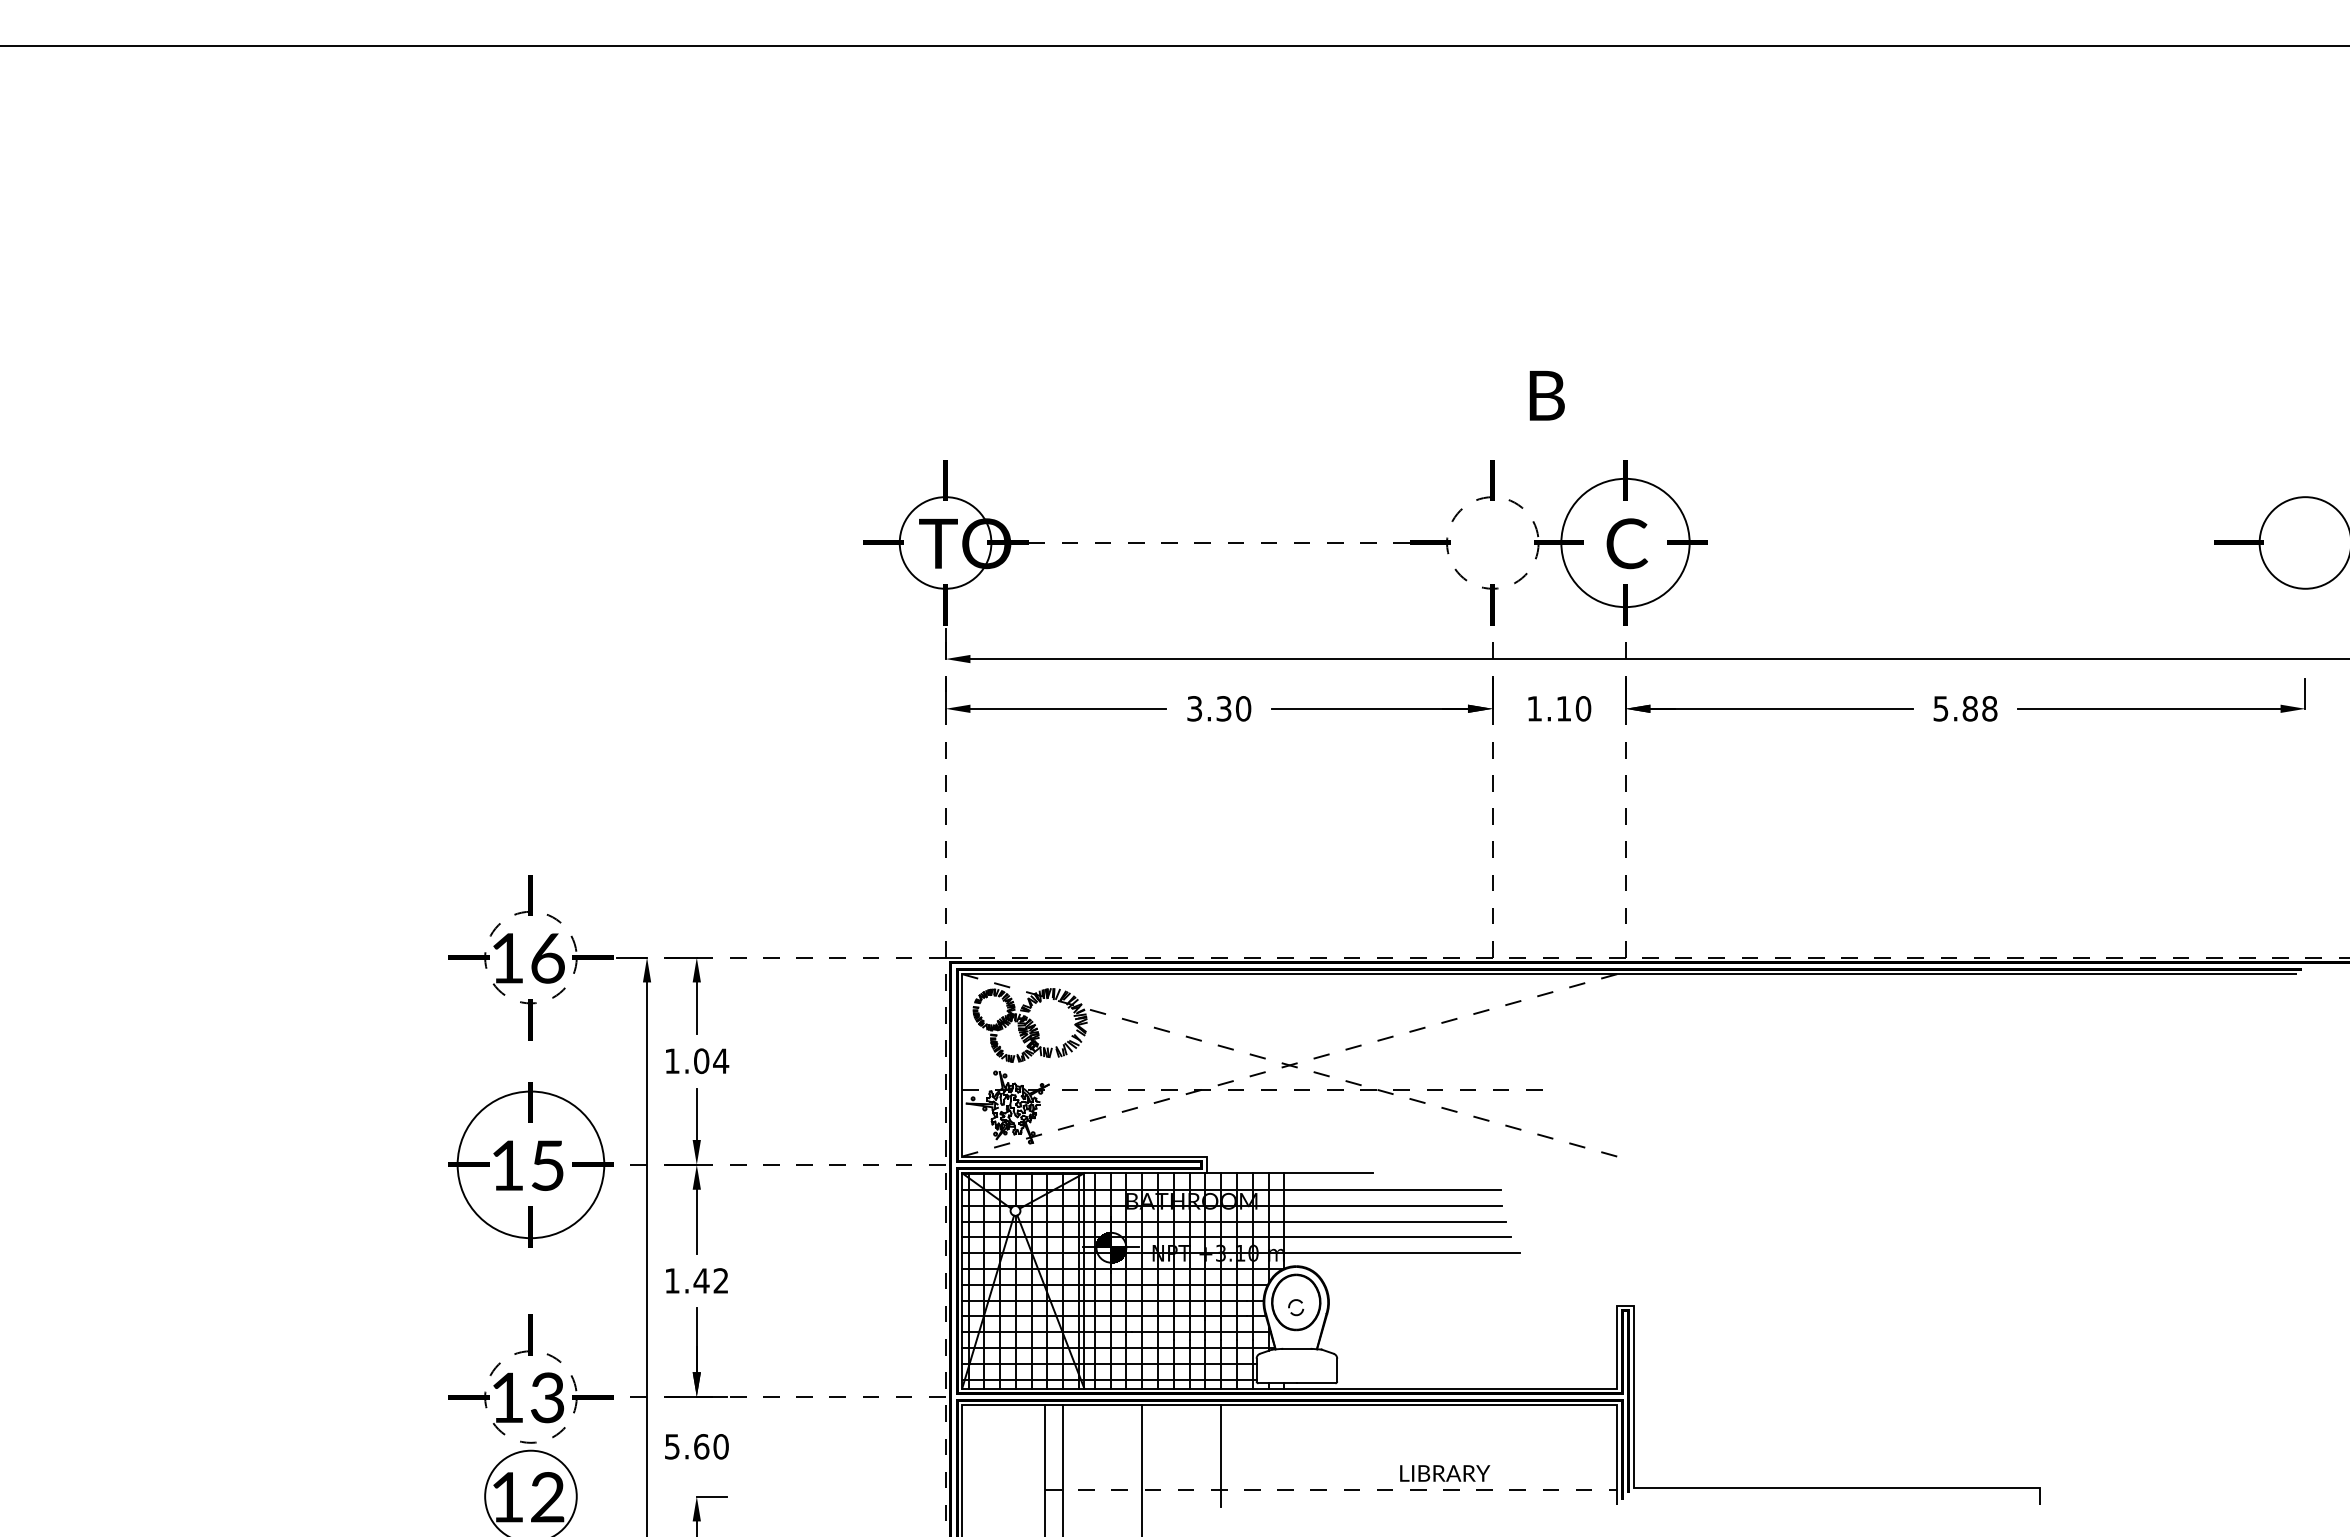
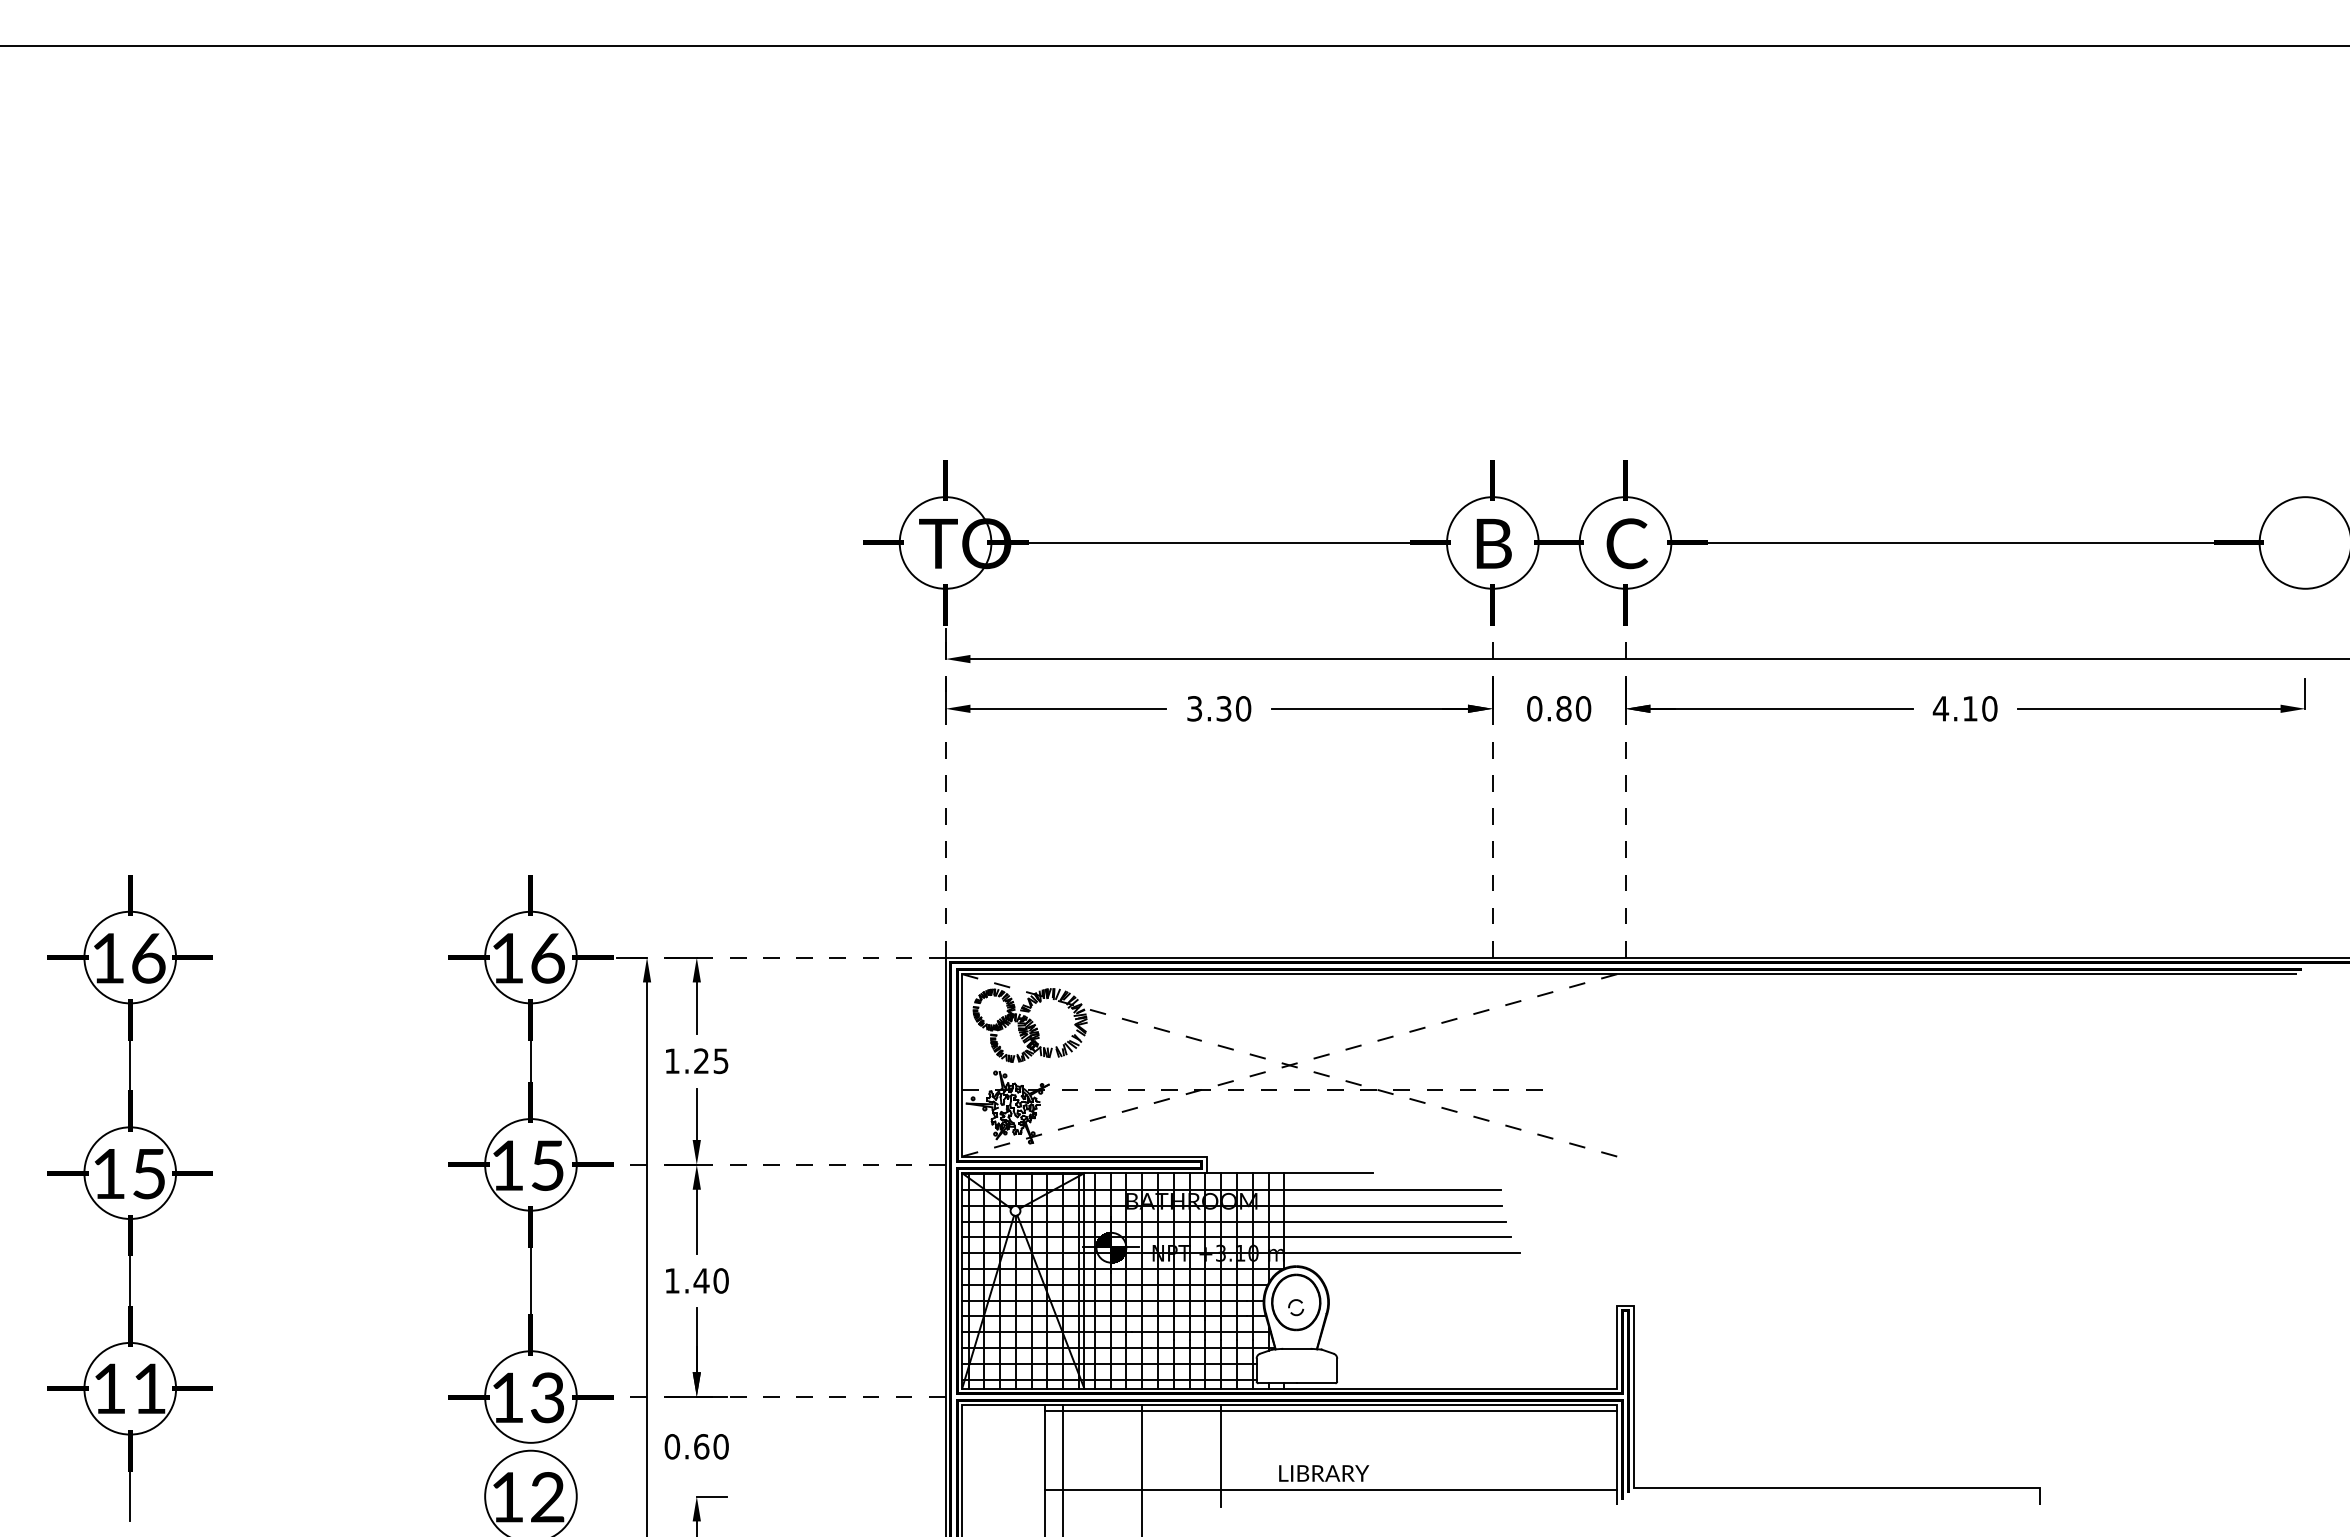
text at (1546, 395) position: (1546, 395) -> (1493, 543)
line at (1219, 542): dashed -> solid
circle at (1492, 542): dashed -> solid
circle at (1625, 542) diameter: 128 px -> 92 px
line at (1961, 542): none -> present
text at (1549, 708): 1.10 -> 0.80
text at (1964, 708): 5.88 -> 4.10
circle at (530, 957): dashed -> solid
line at (1357, 957): dashed -> solid
line at (530, 1060): none -> present
text at (711, 1061): 1.04 -> 1.25
circle at (530, 1164) diameter: 147 px -> 92 px
part at (129, 1198): none -> present
line at (530, 1280): none -> present
text at (720, 1280): 1.42 -> 1.40
circle at (530, 1396): dashed -> solid
line at (1331, 1411): none -> present
text at (672, 1446): 5.60 -> 0.60
text at (1445, 1473) position: (1445, 1473) -> (1324, 1473)
line at (1331, 1490): dashed -> solid
